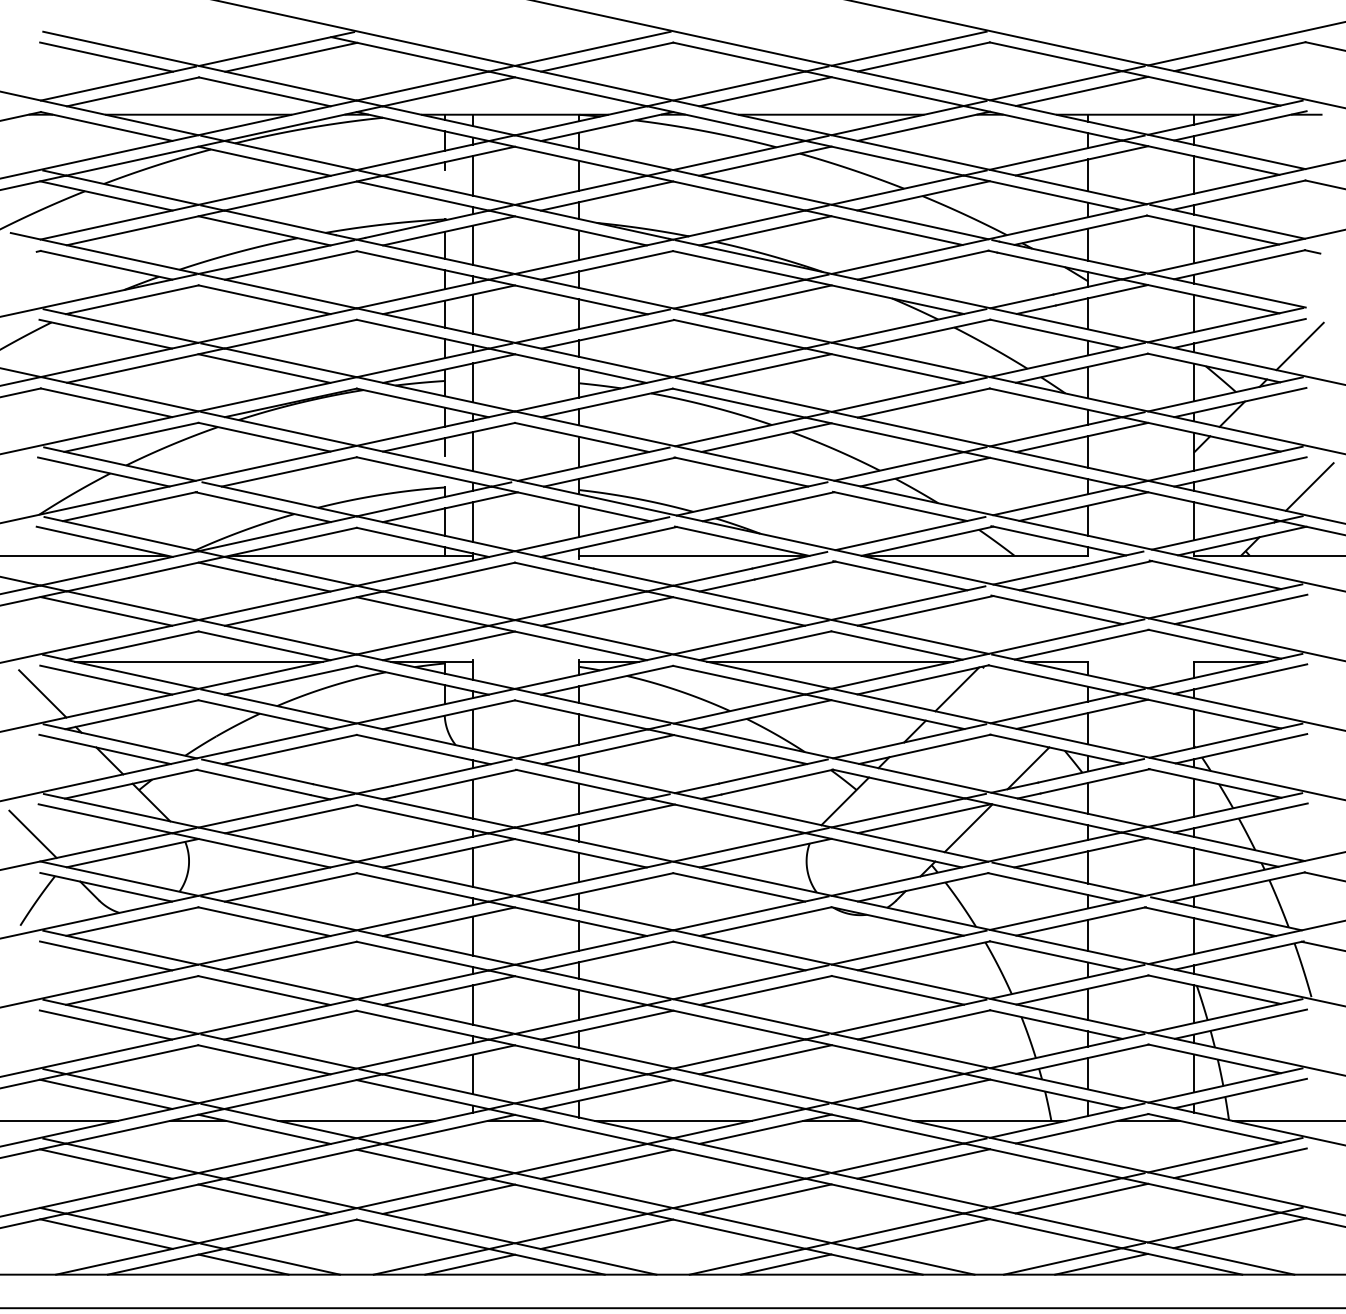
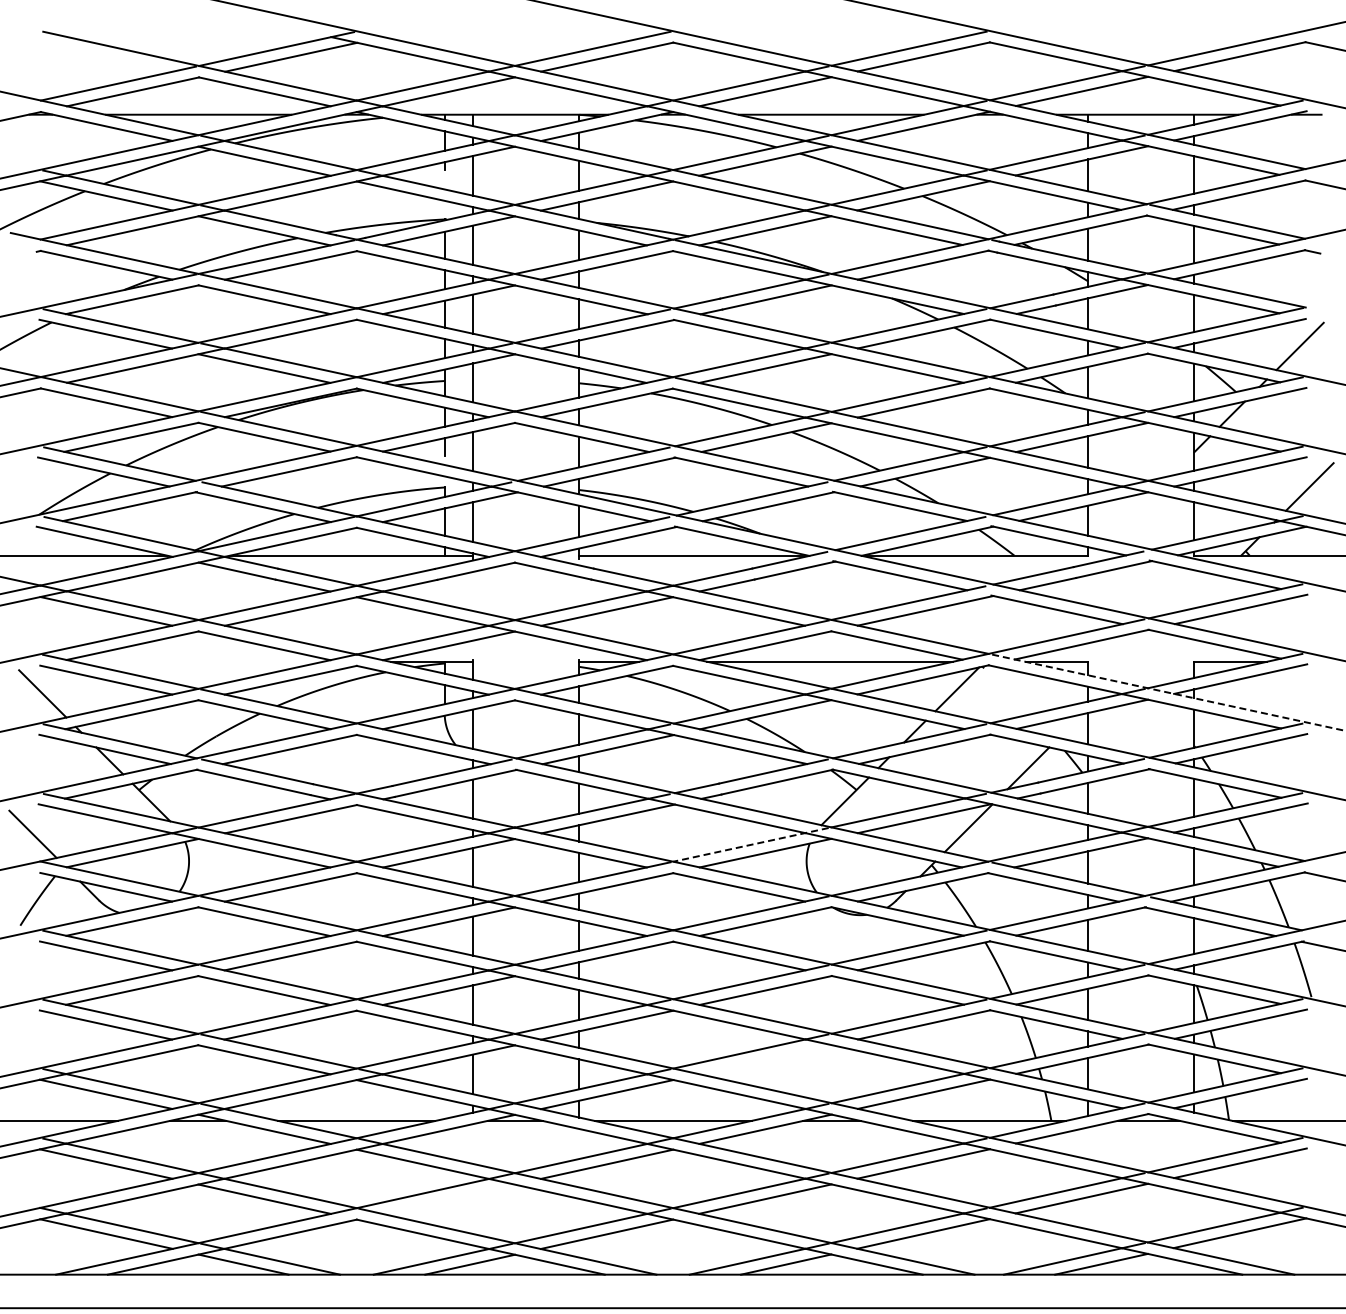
line at (106, 56): present -> none
line at (198, 661): present -> none
line at (1168, 692): solid -> dashed
line at (750, 844): solid -> dashed
line at (765, 1059): present -> none
line at (448, 1198): present -> none
